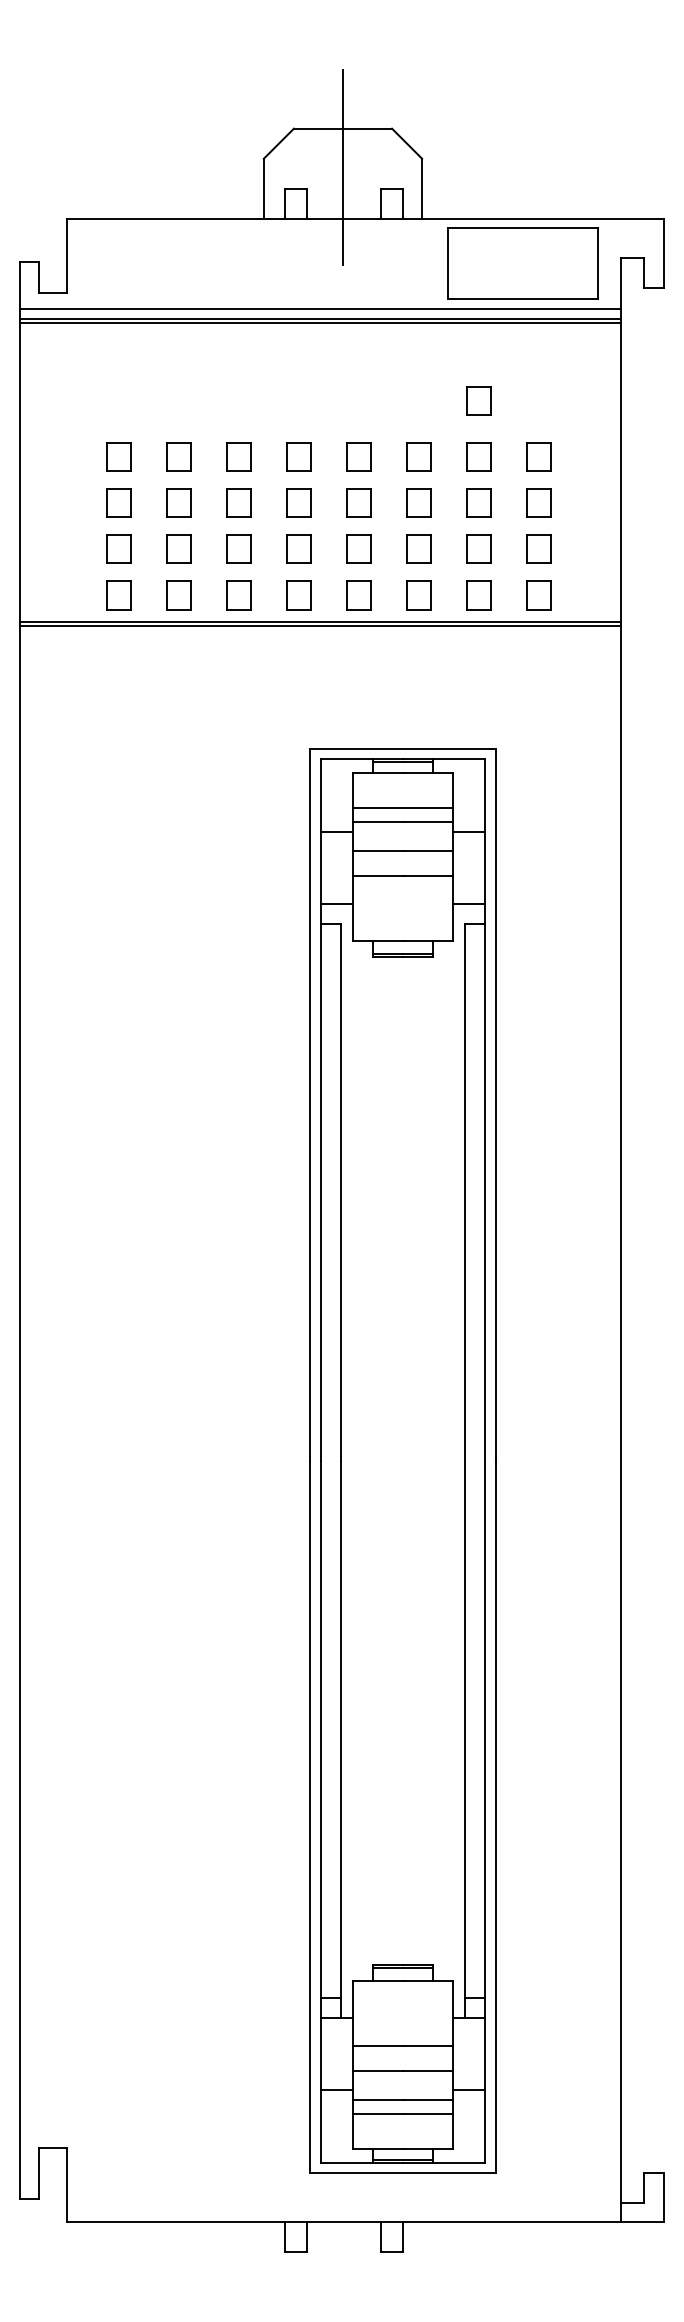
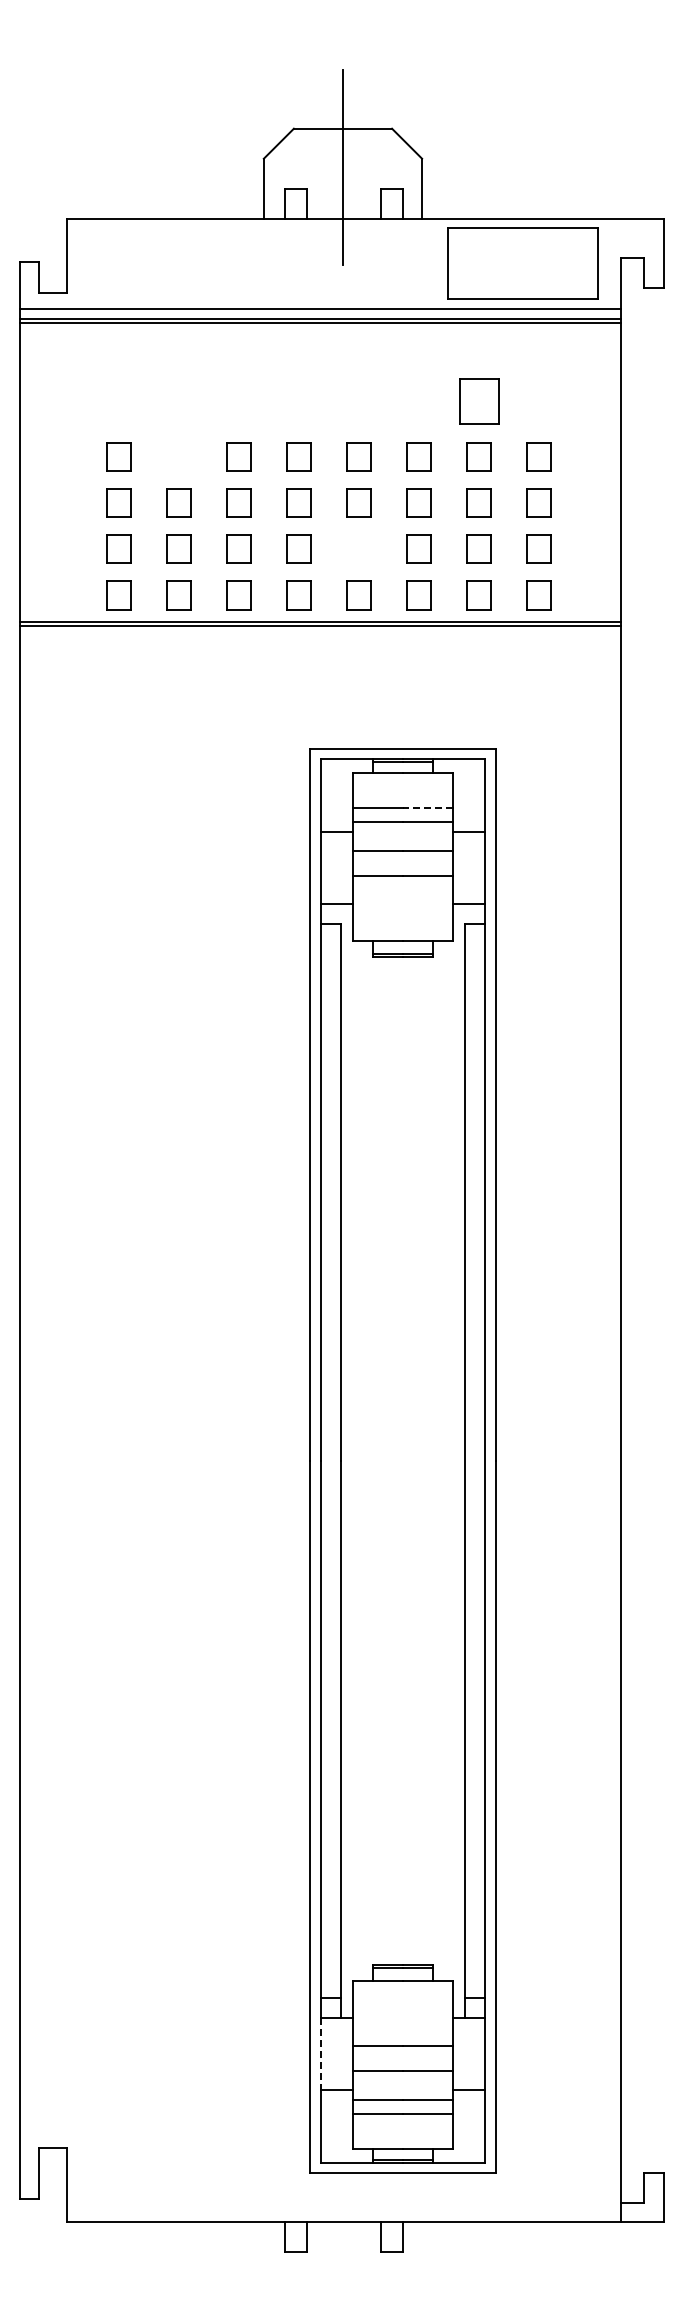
part at (478, 400) size: 26x30 px -> 41x47 px
part at (178, 456): present -> none
part at (358, 548): present -> none
line at (427, 808): solid -> dashed
line at (320, 2054): solid -> dashed
